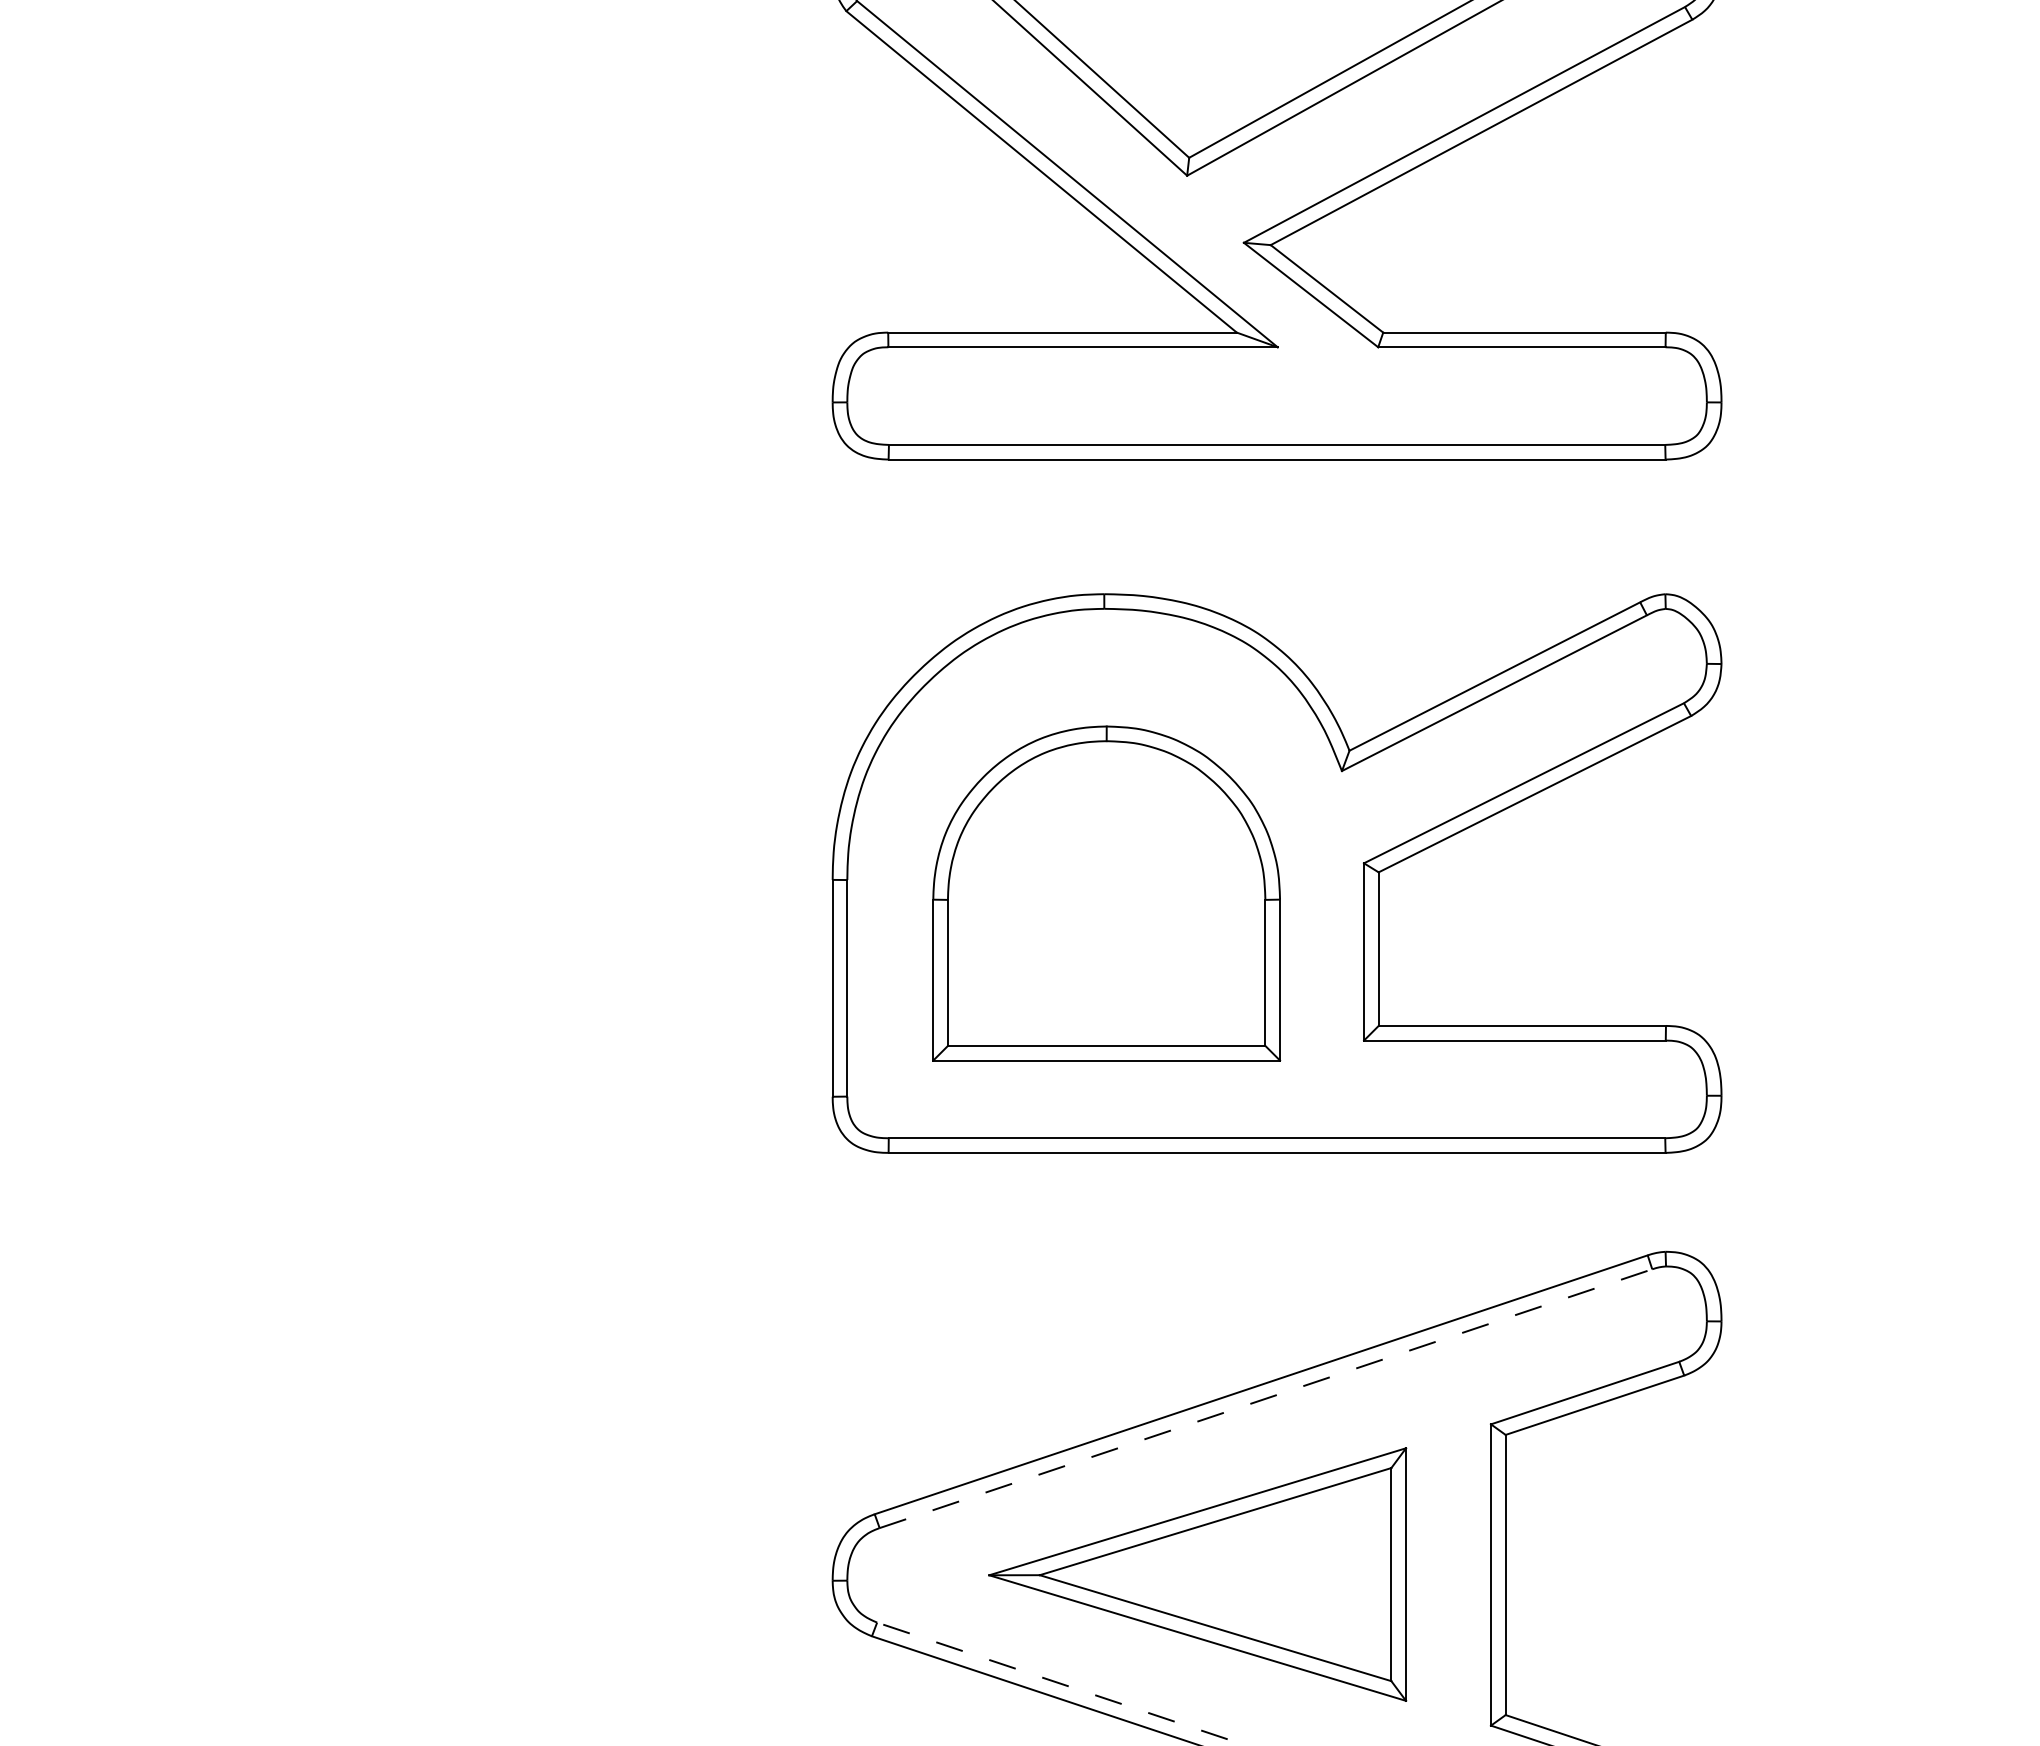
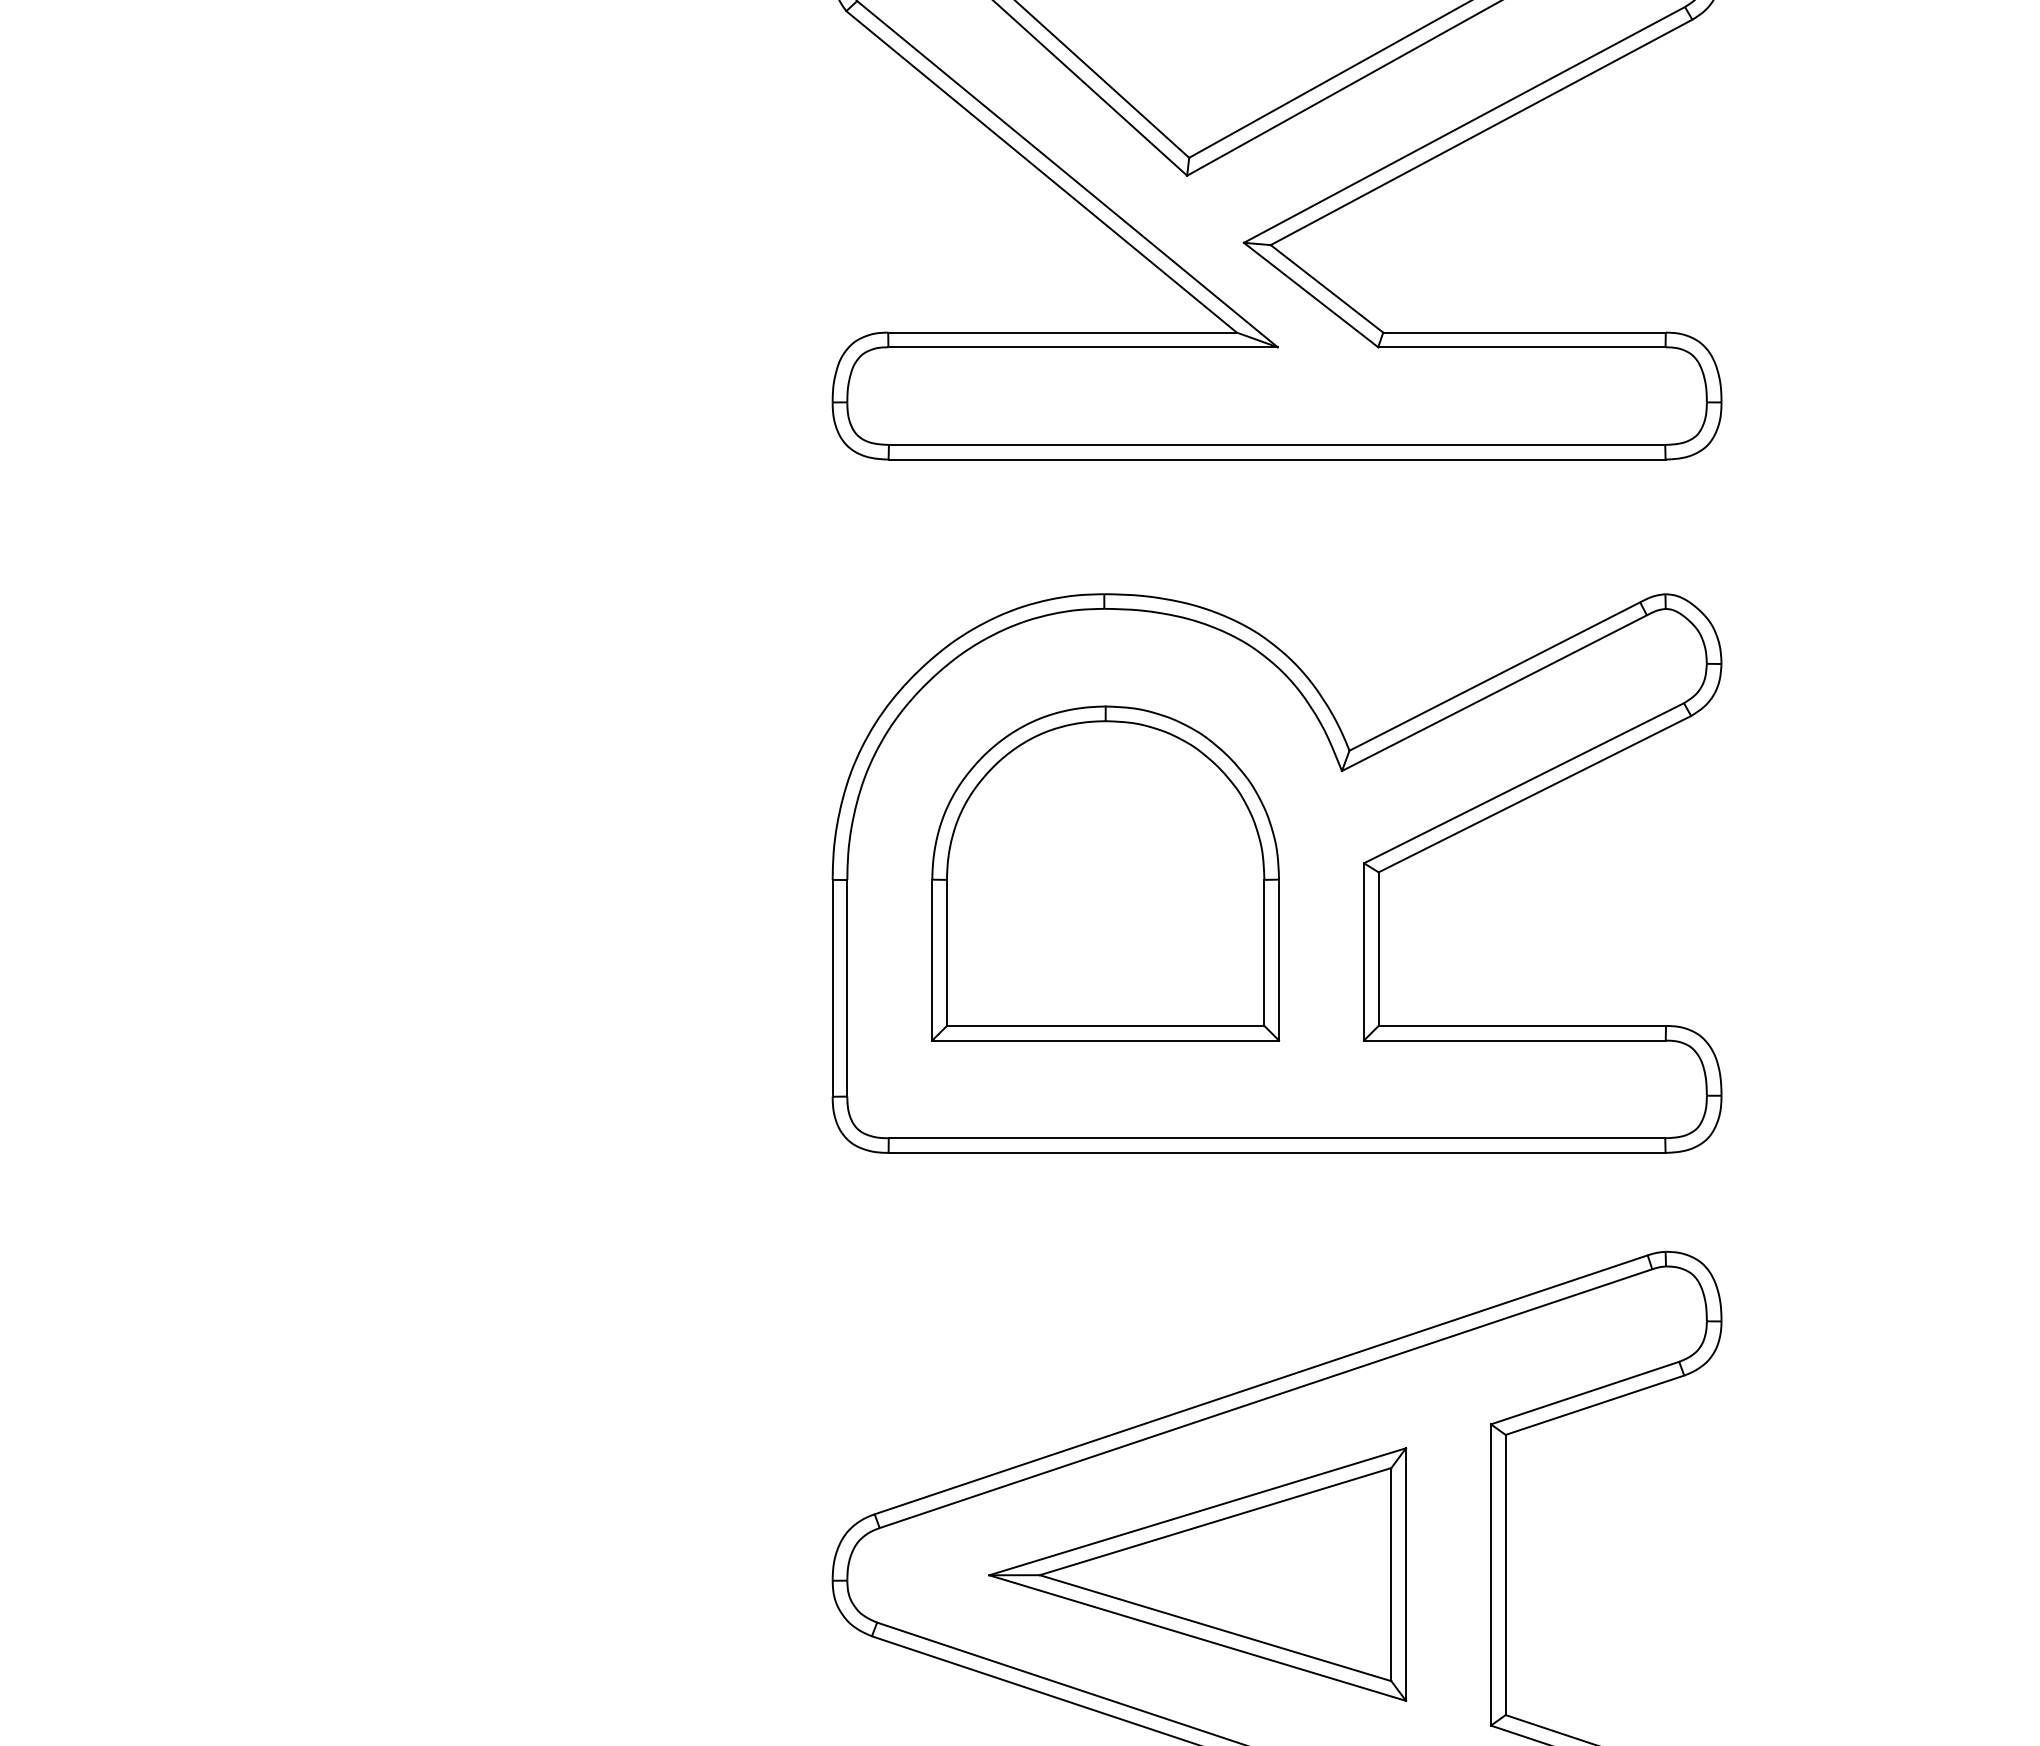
part at (1106, 893) position: (1106, 893) -> (1105, 873)
line at (1266, 1398): dashed -> solid
line at (1061, 1684): dashed -> solid
